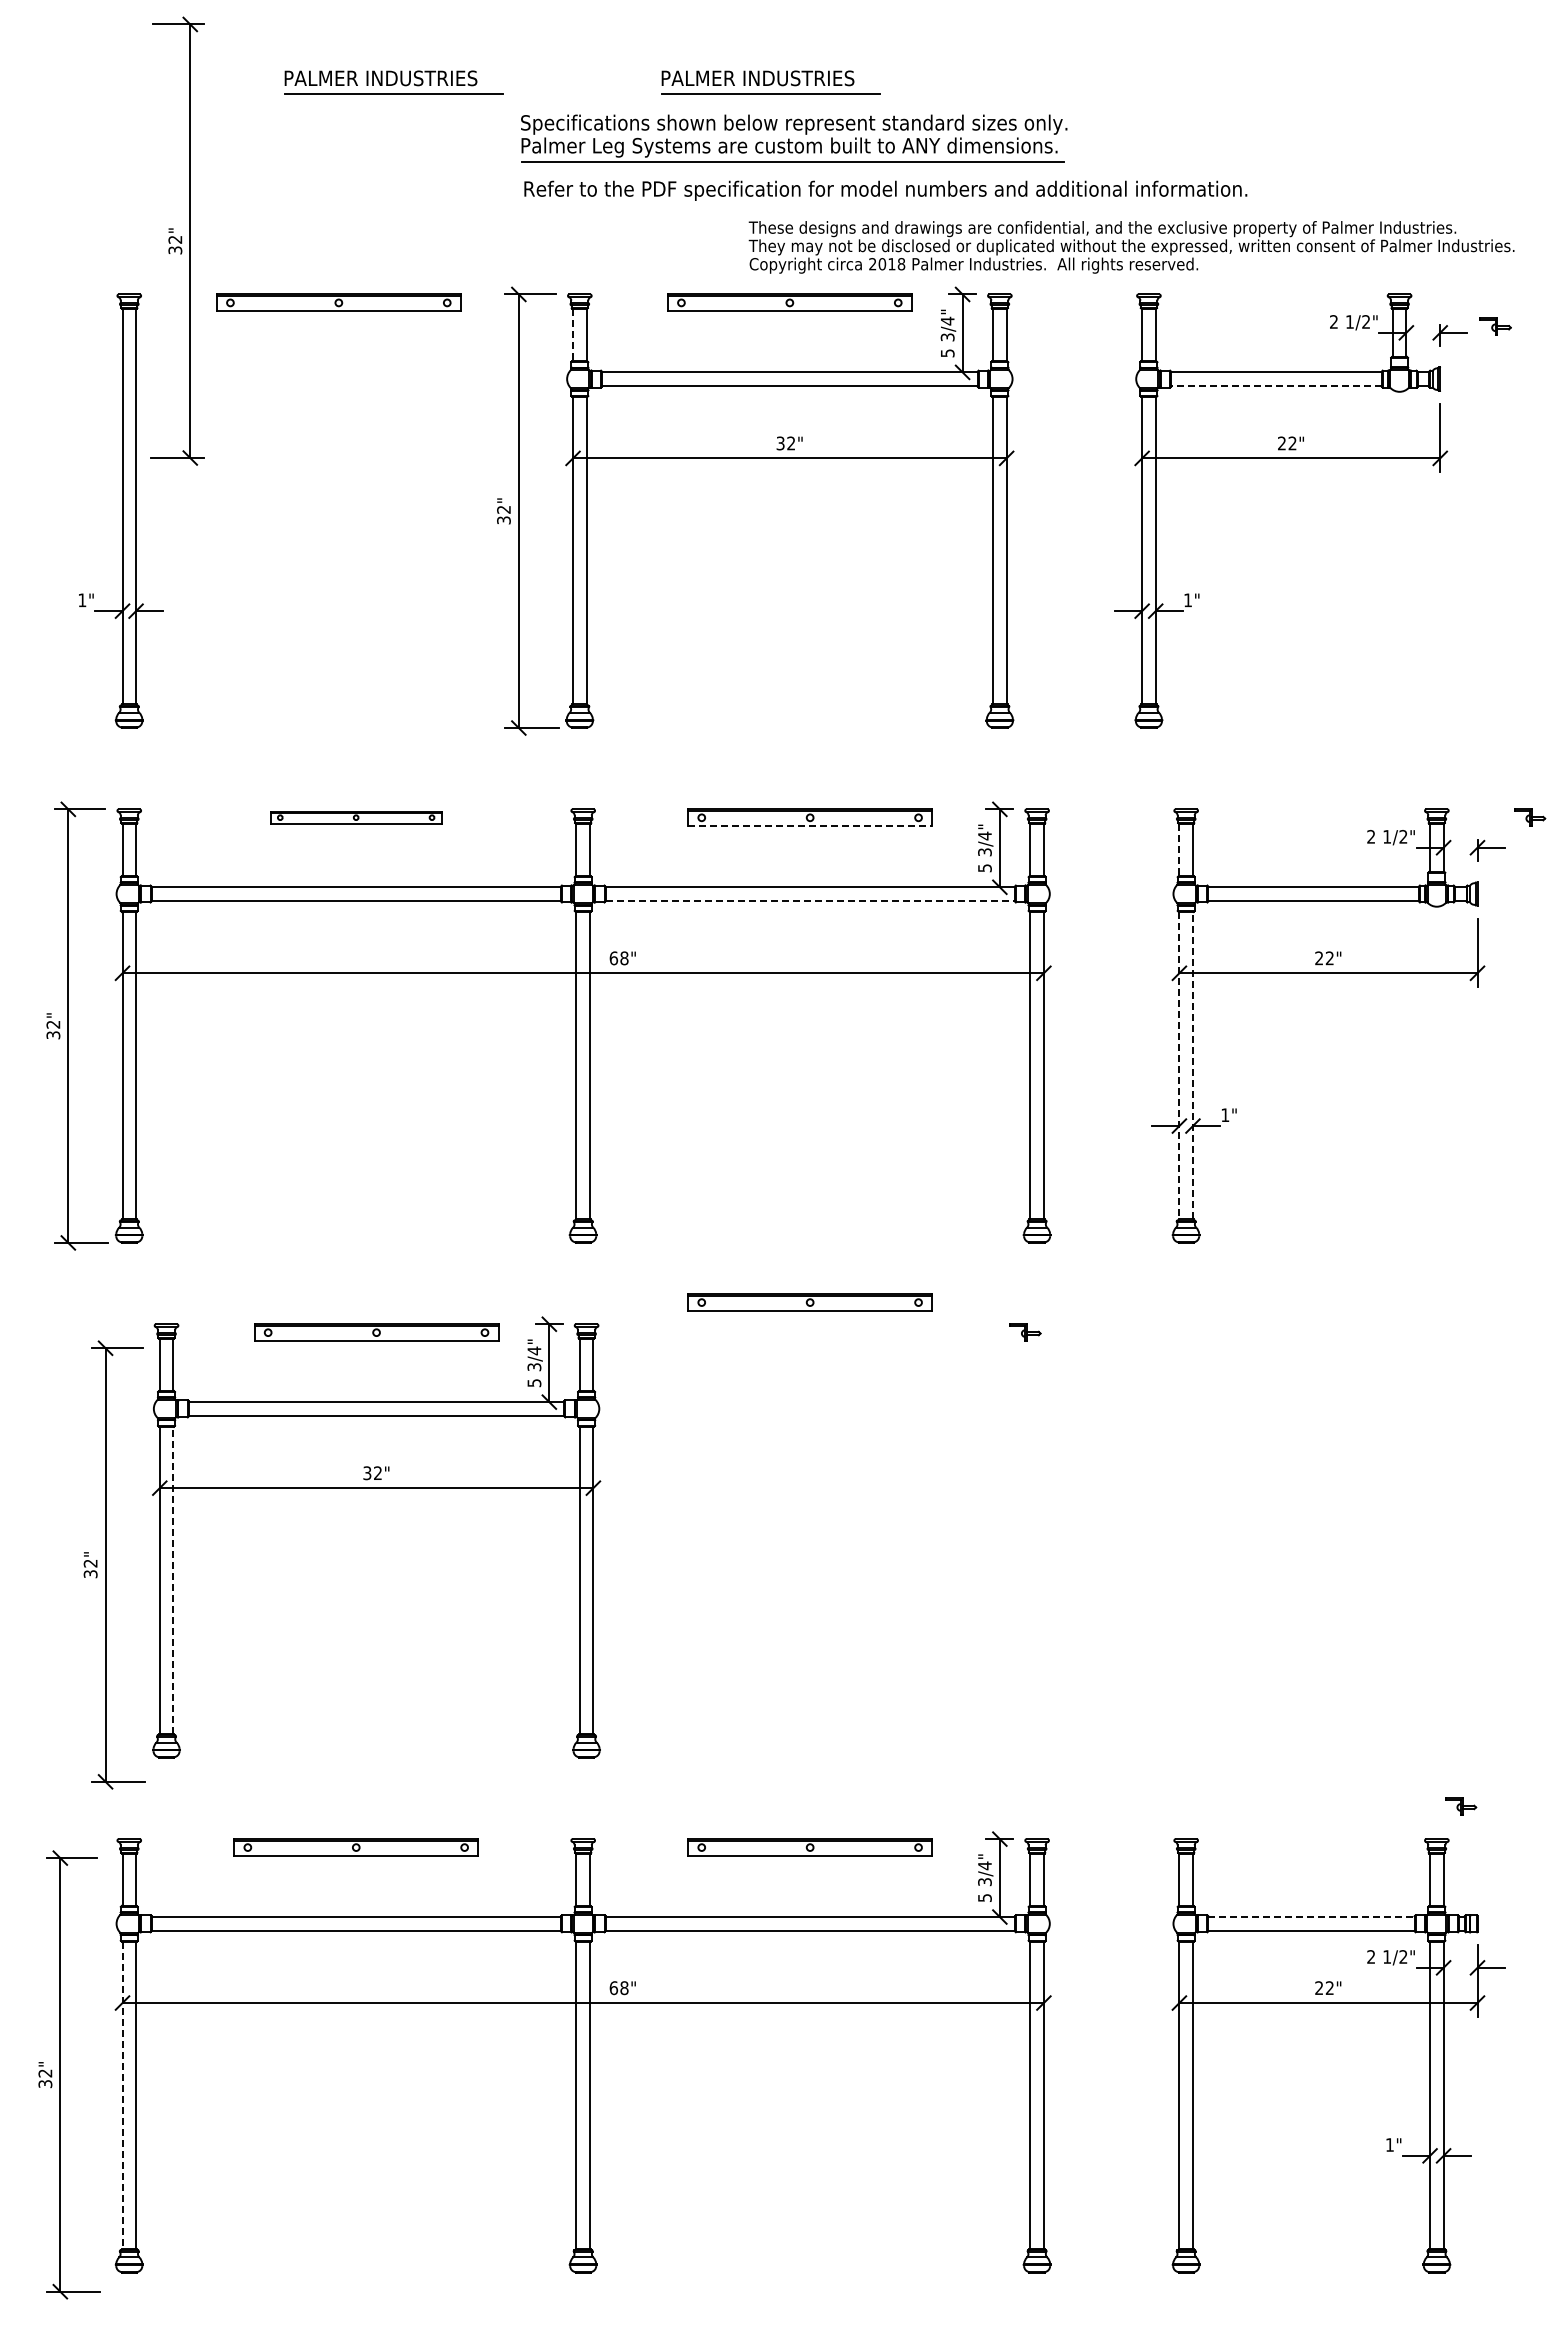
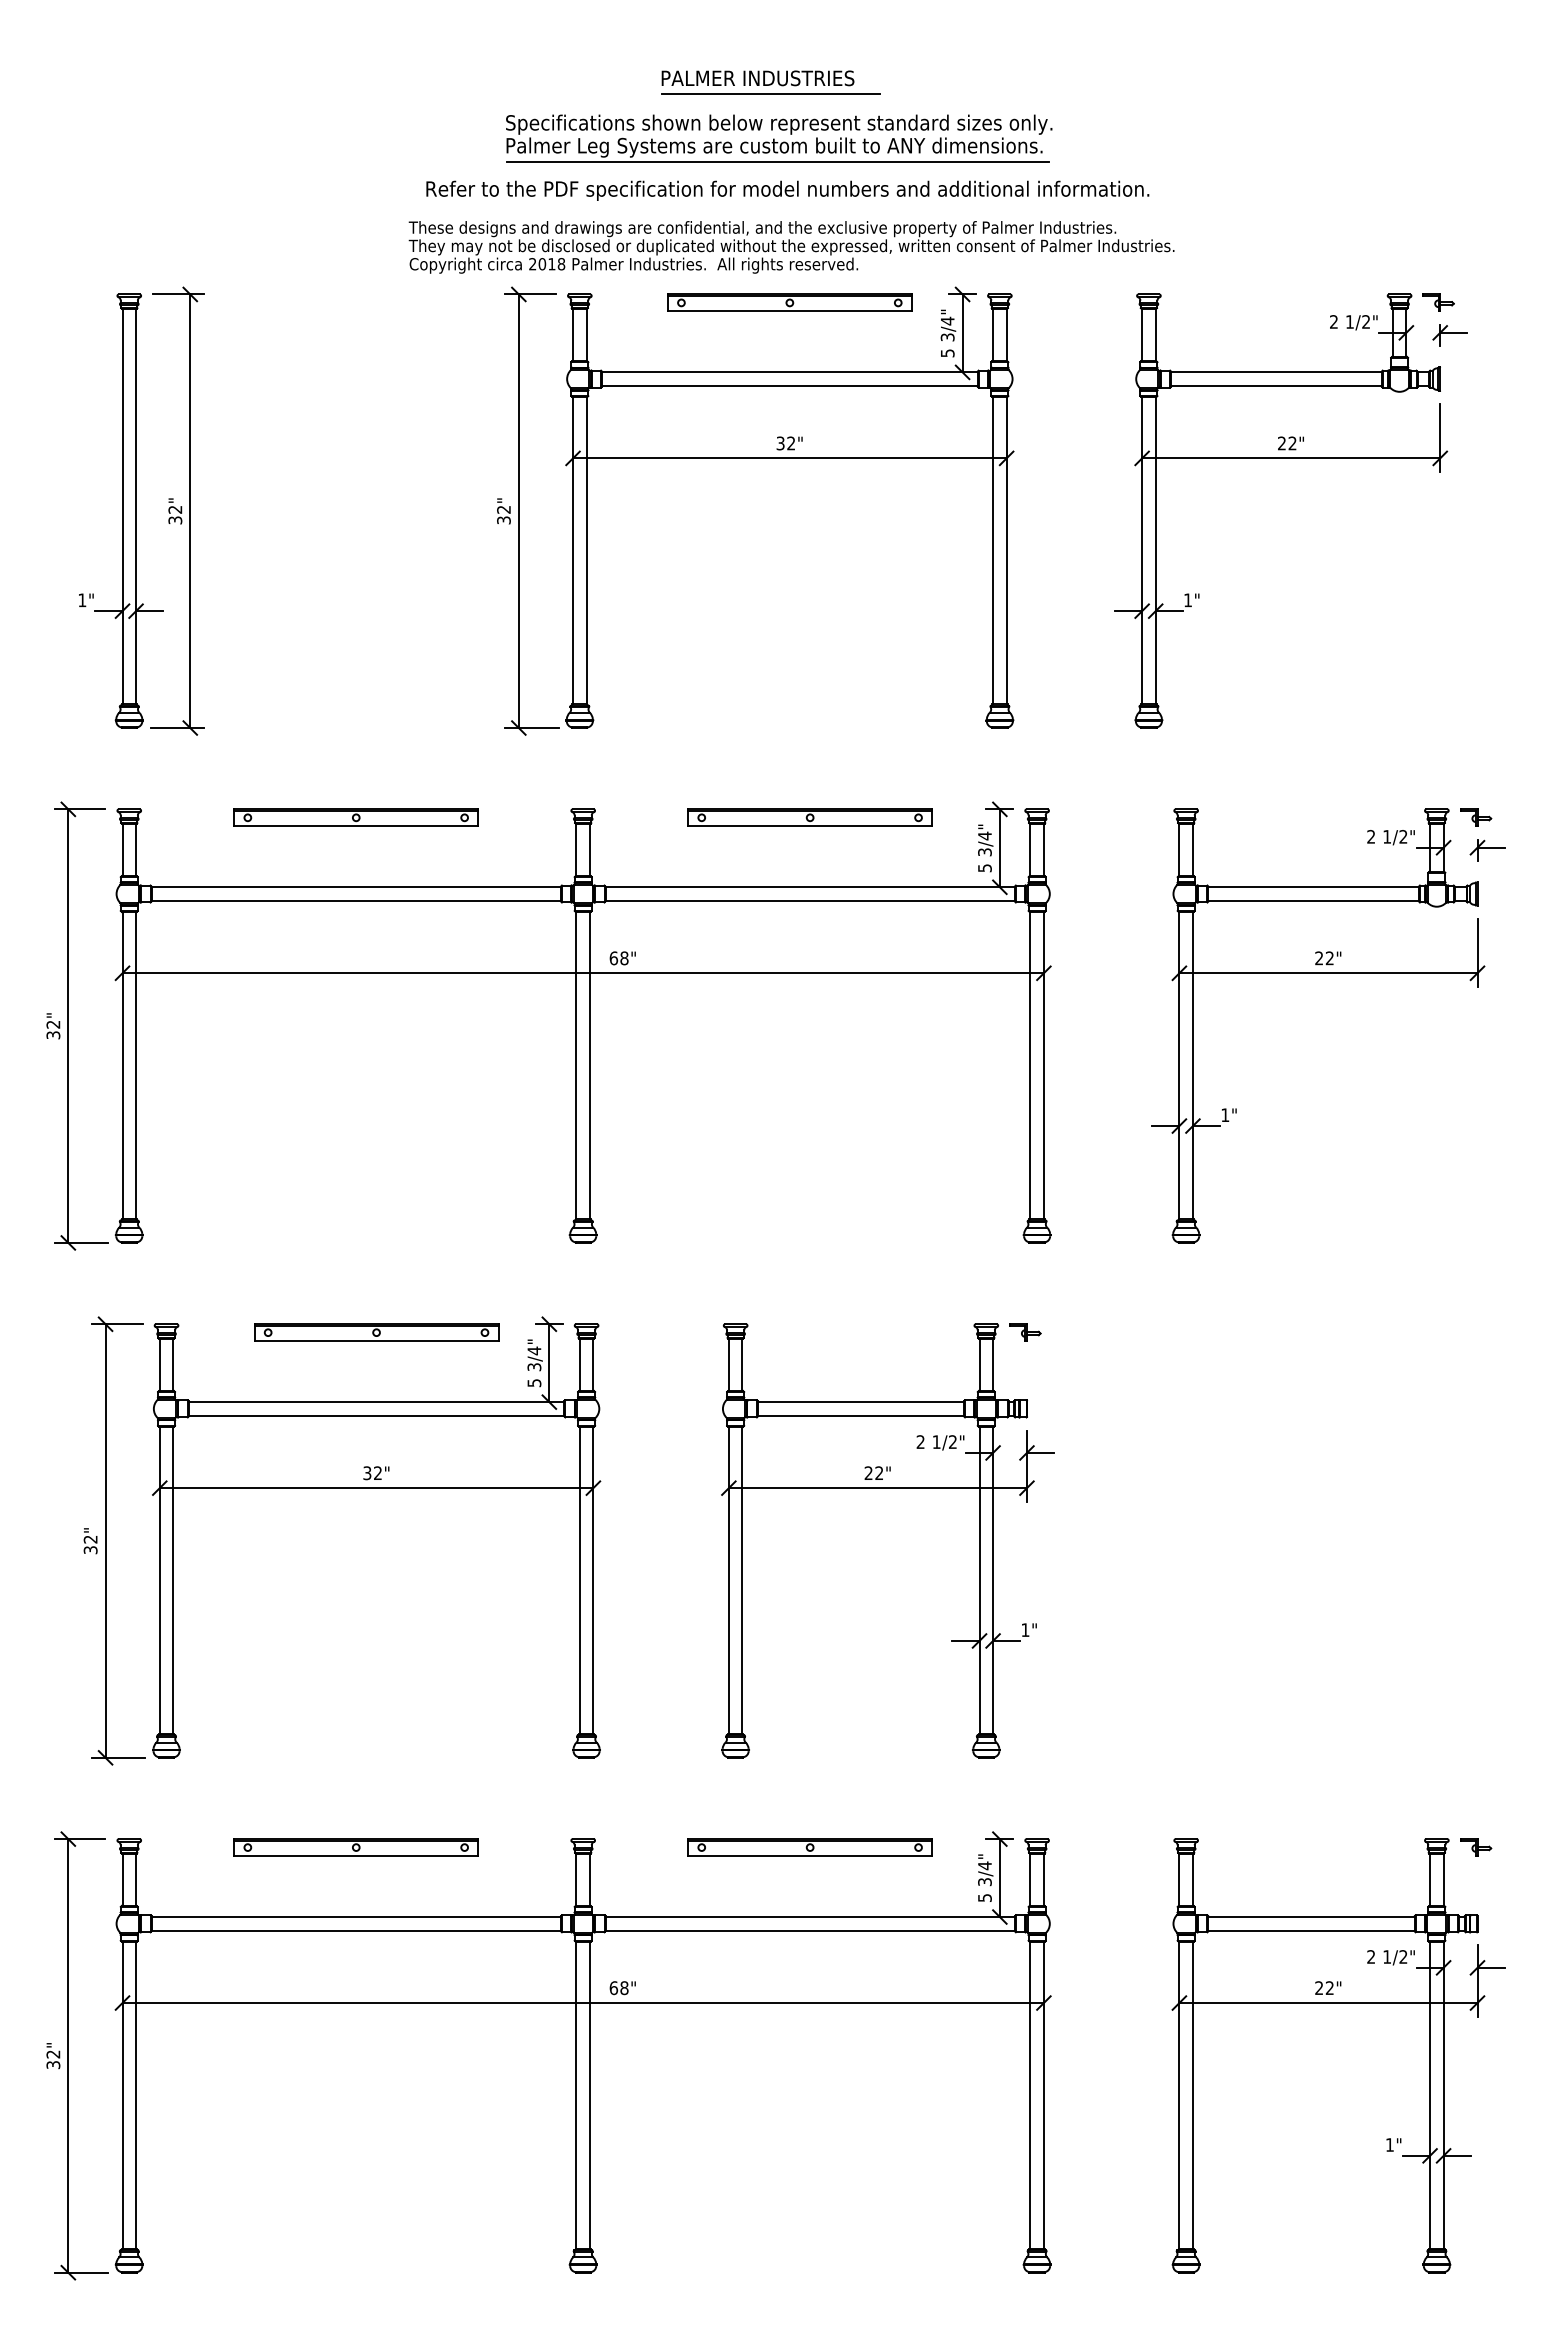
part at (393, 82): present -> none
part at (794, 138) position: (794, 138) -> (779, 138)
text at (885, 190) position: (885, 190) -> (787, 190)
part at (177, 240) position: (177, 240) -> (177, 510)
text at (1131, 247) position: (1131, 247) -> (791, 247)
part at (338, 302): present -> none
part at (1495, 326) position: (1495, 326) -> (1438, 302)
line at (573, 335): dashed -> solid
line at (1275, 385): dashed -> solid
part at (356, 817) size: 173x14 px -> 246x19 px
part at (1530, 817) position: (1530, 817) -> (1476, 817)
line at (810, 826): dashed -> solid
line at (1179, 850): dashed -> solid
line at (810, 900): dashed -> solid
line at (1192, 1064): dashed -> solid
line at (1179, 1065): dashed -> solid
part at (809, 1302): present -> none
part at (887, 1488): none -> present
part at (106, 1564) position: (106, 1564) -> (106, 1540)
line at (173, 1579): dashed -> solid
part at (1461, 1806) position: (1461, 1806) -> (1476, 1847)
line at (1312, 1917): dashed -> solid
part at (60, 2074) position: (60, 2074) -> (68, 2055)
line at (122, 2095): dashed -> solid
